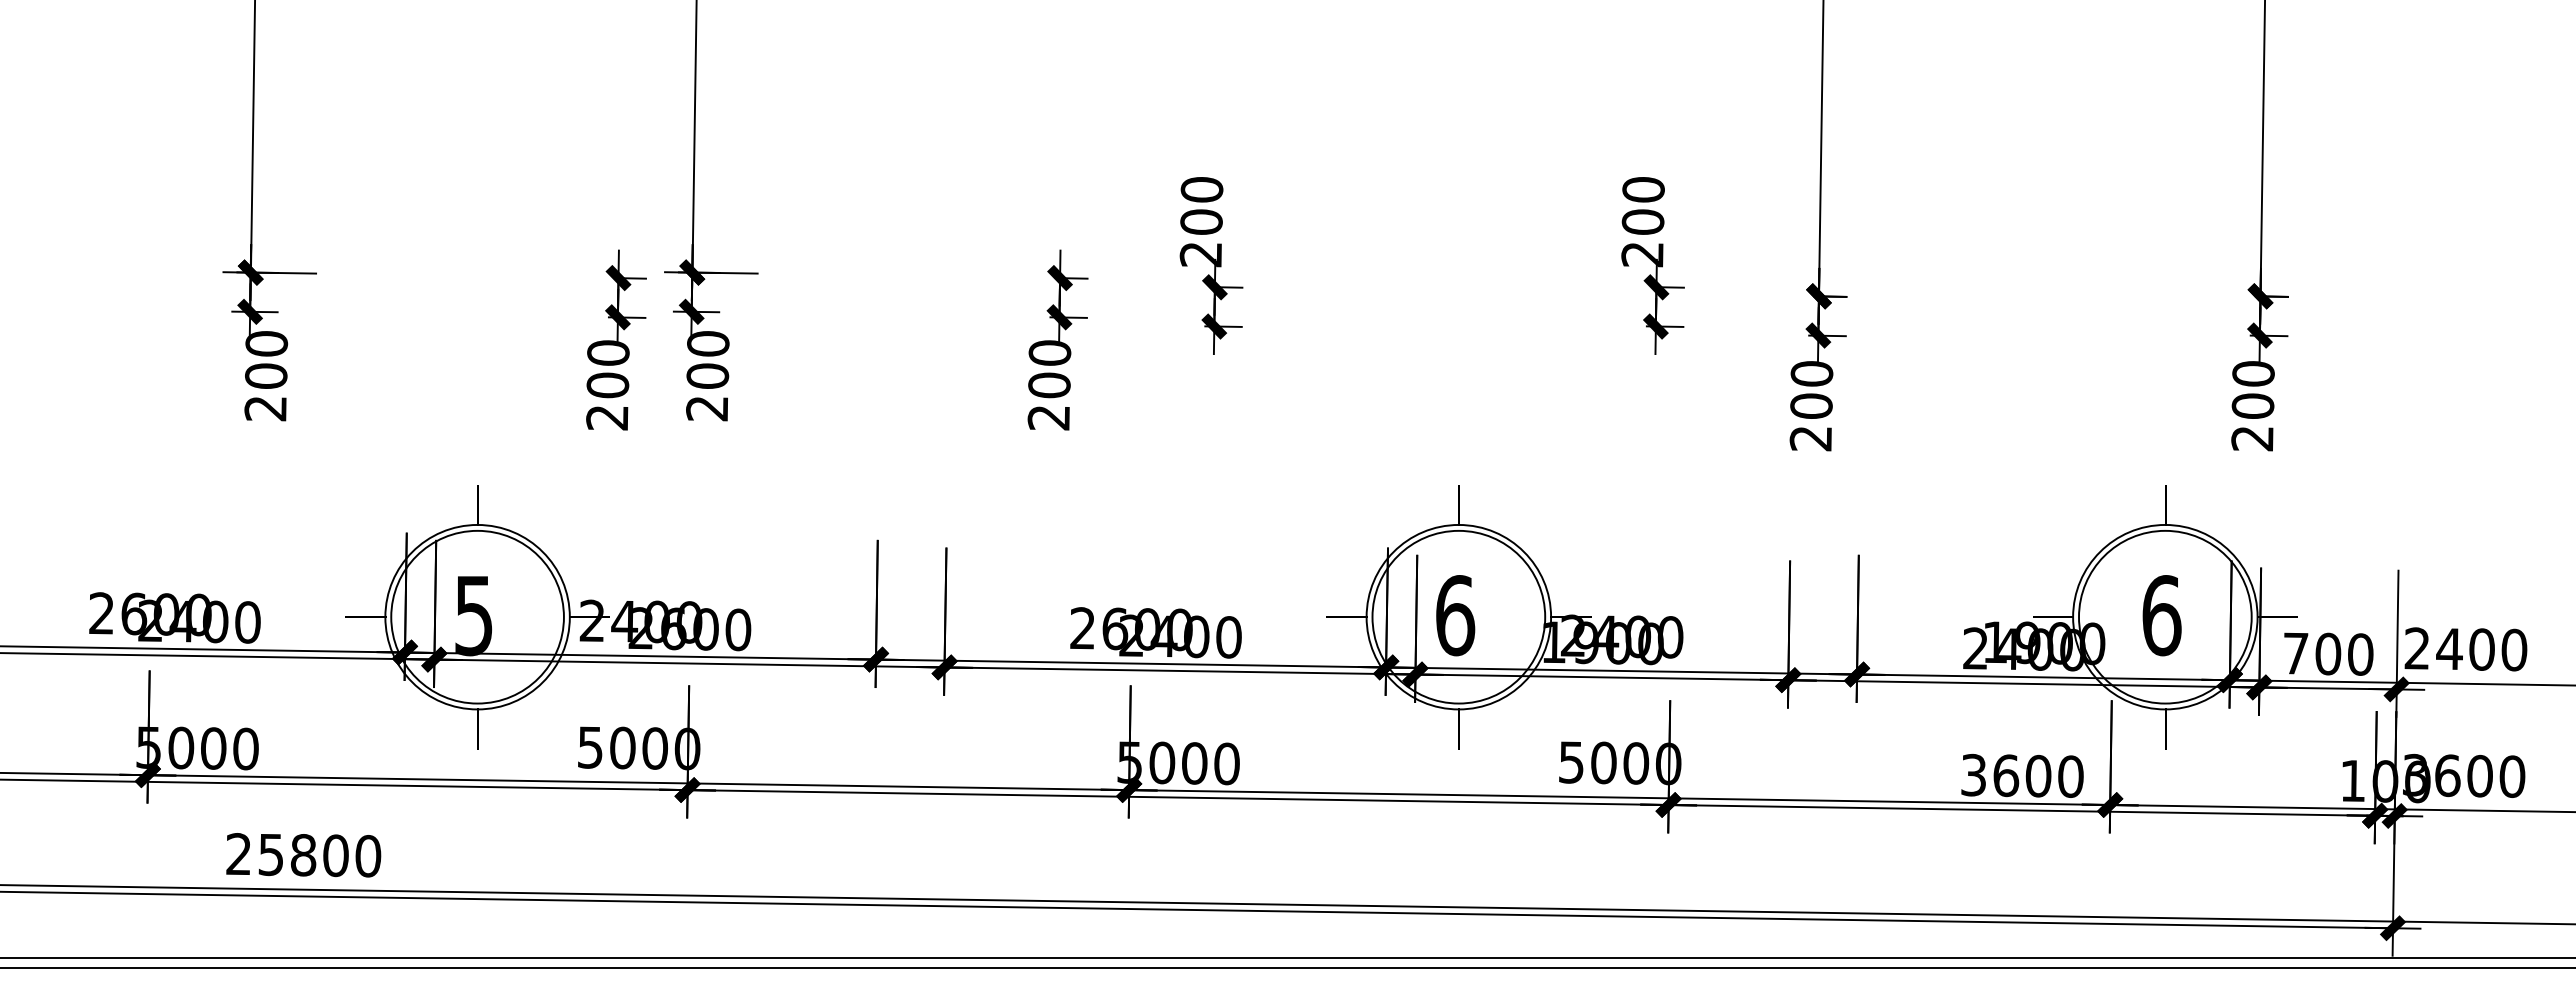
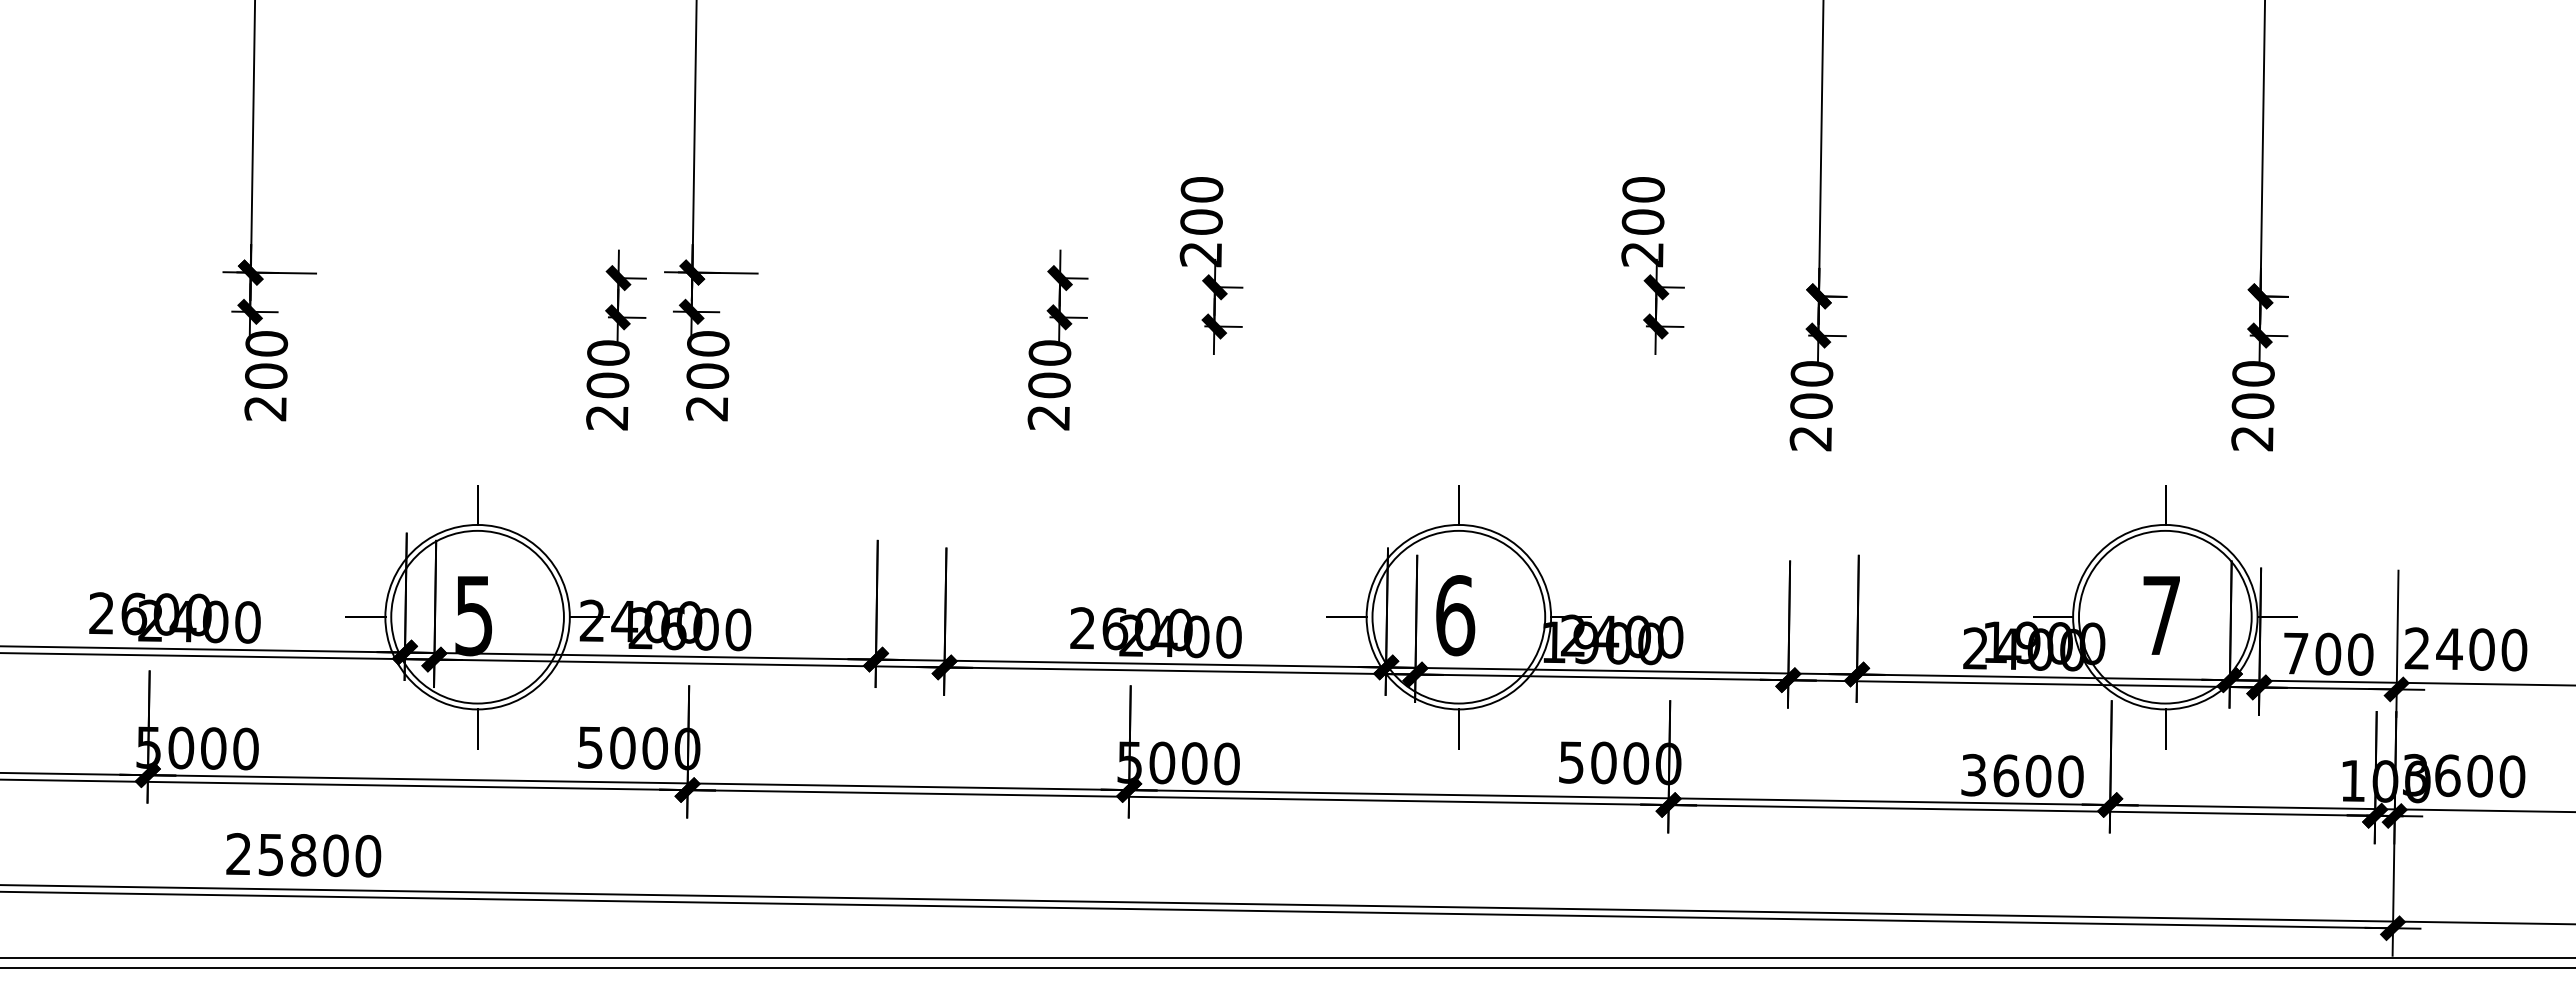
text at (2161, 615): 6 -> 7
